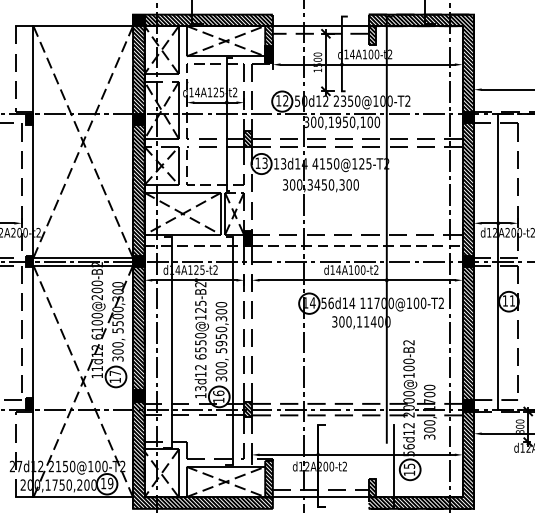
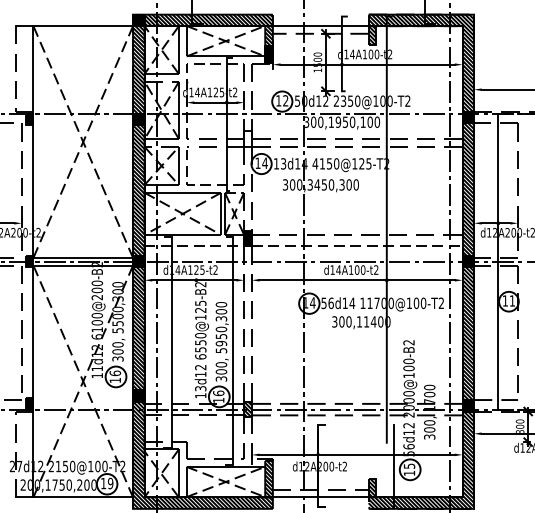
hatch at (247, 138): present -> none
text at (264, 163): 13 -> 14
text at (115, 373): 17 -> 16
